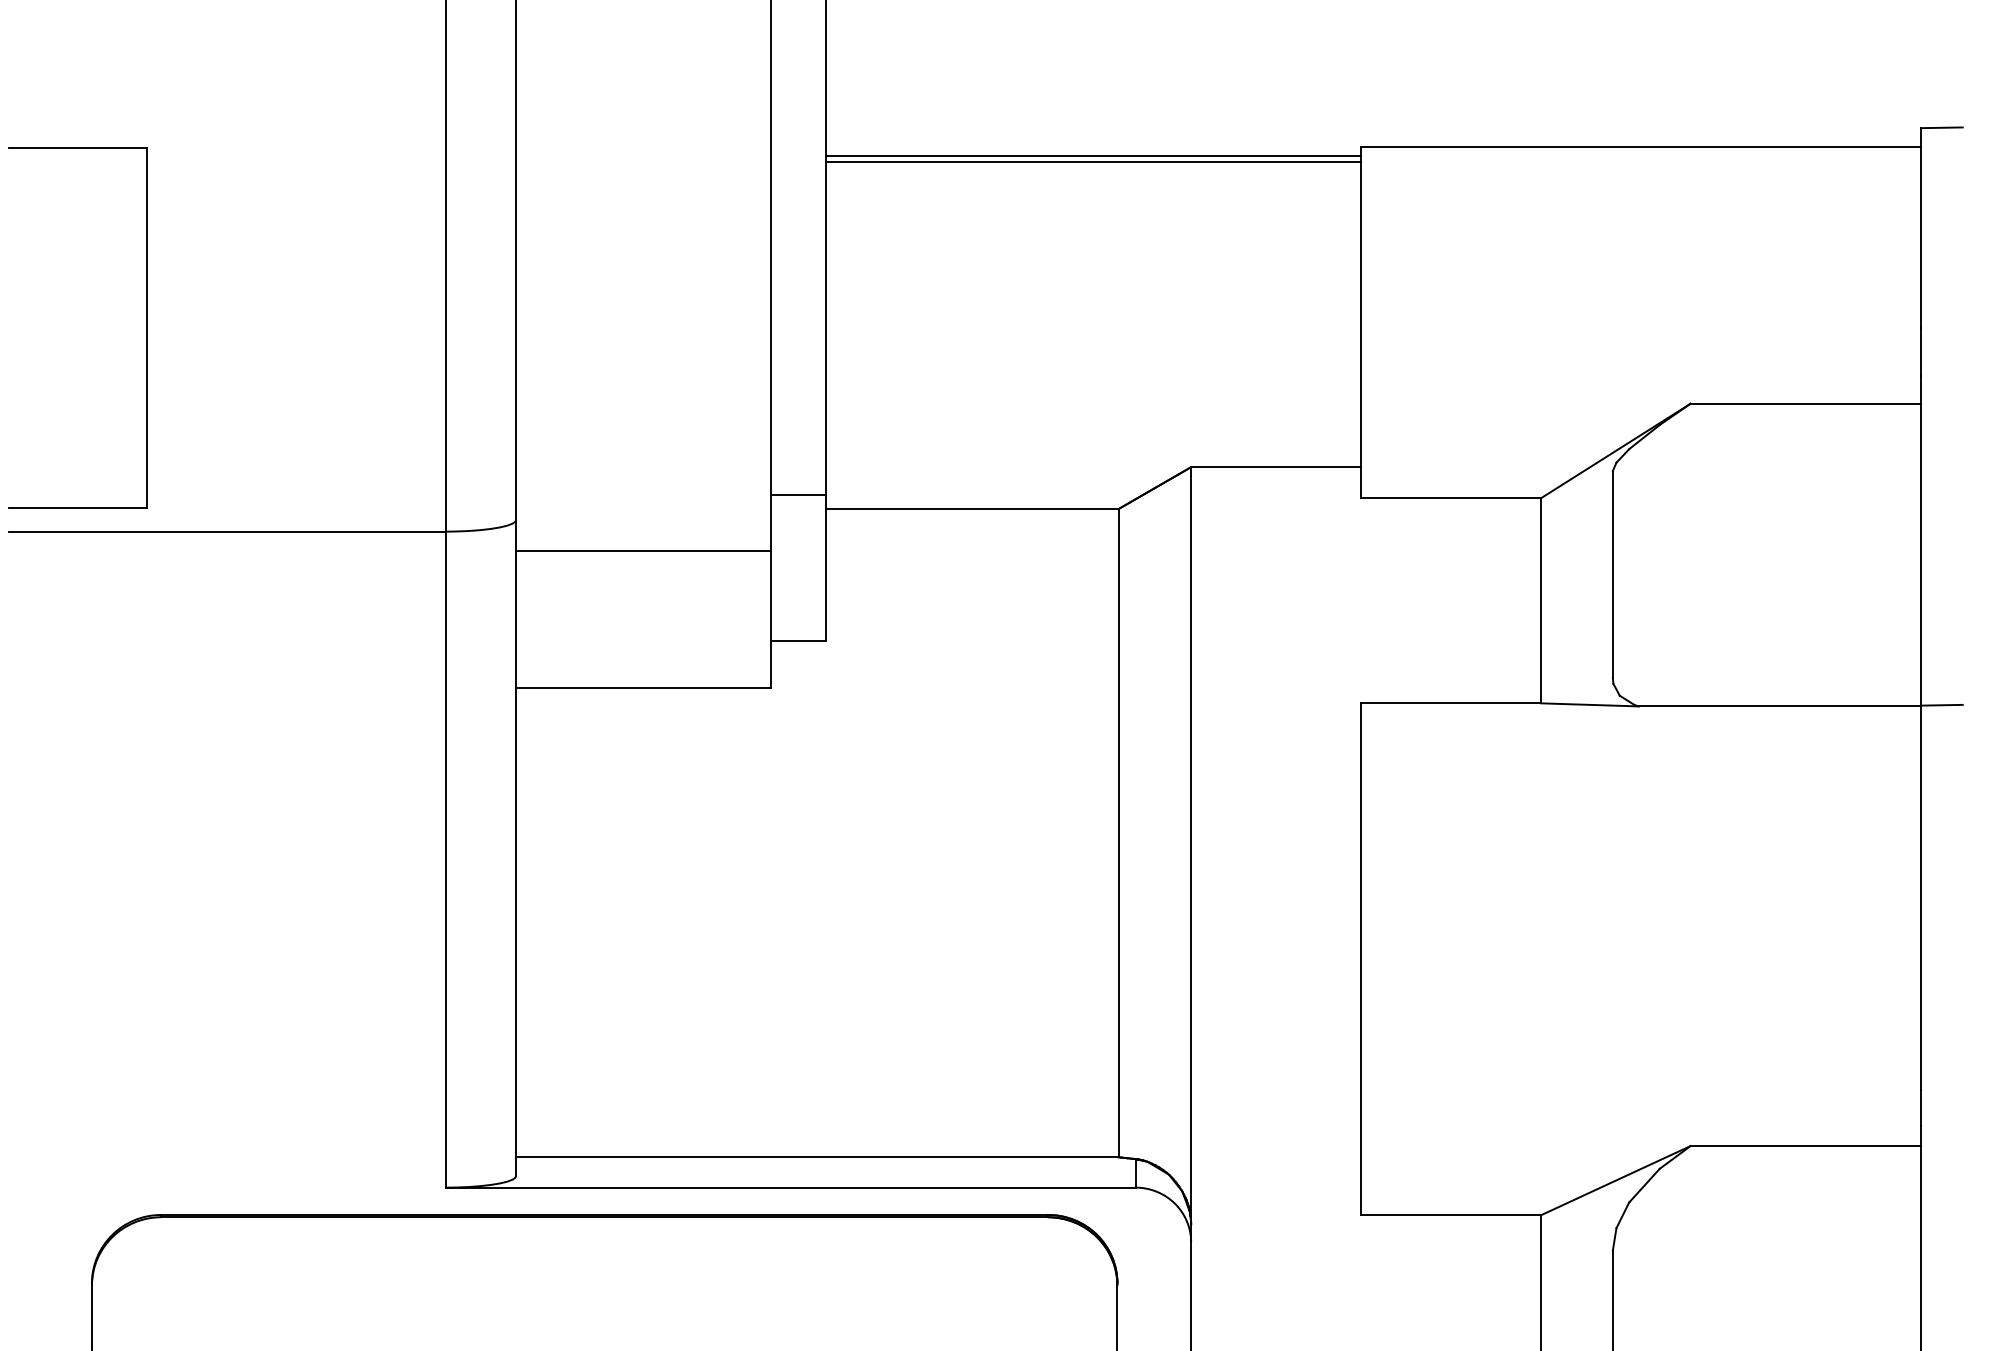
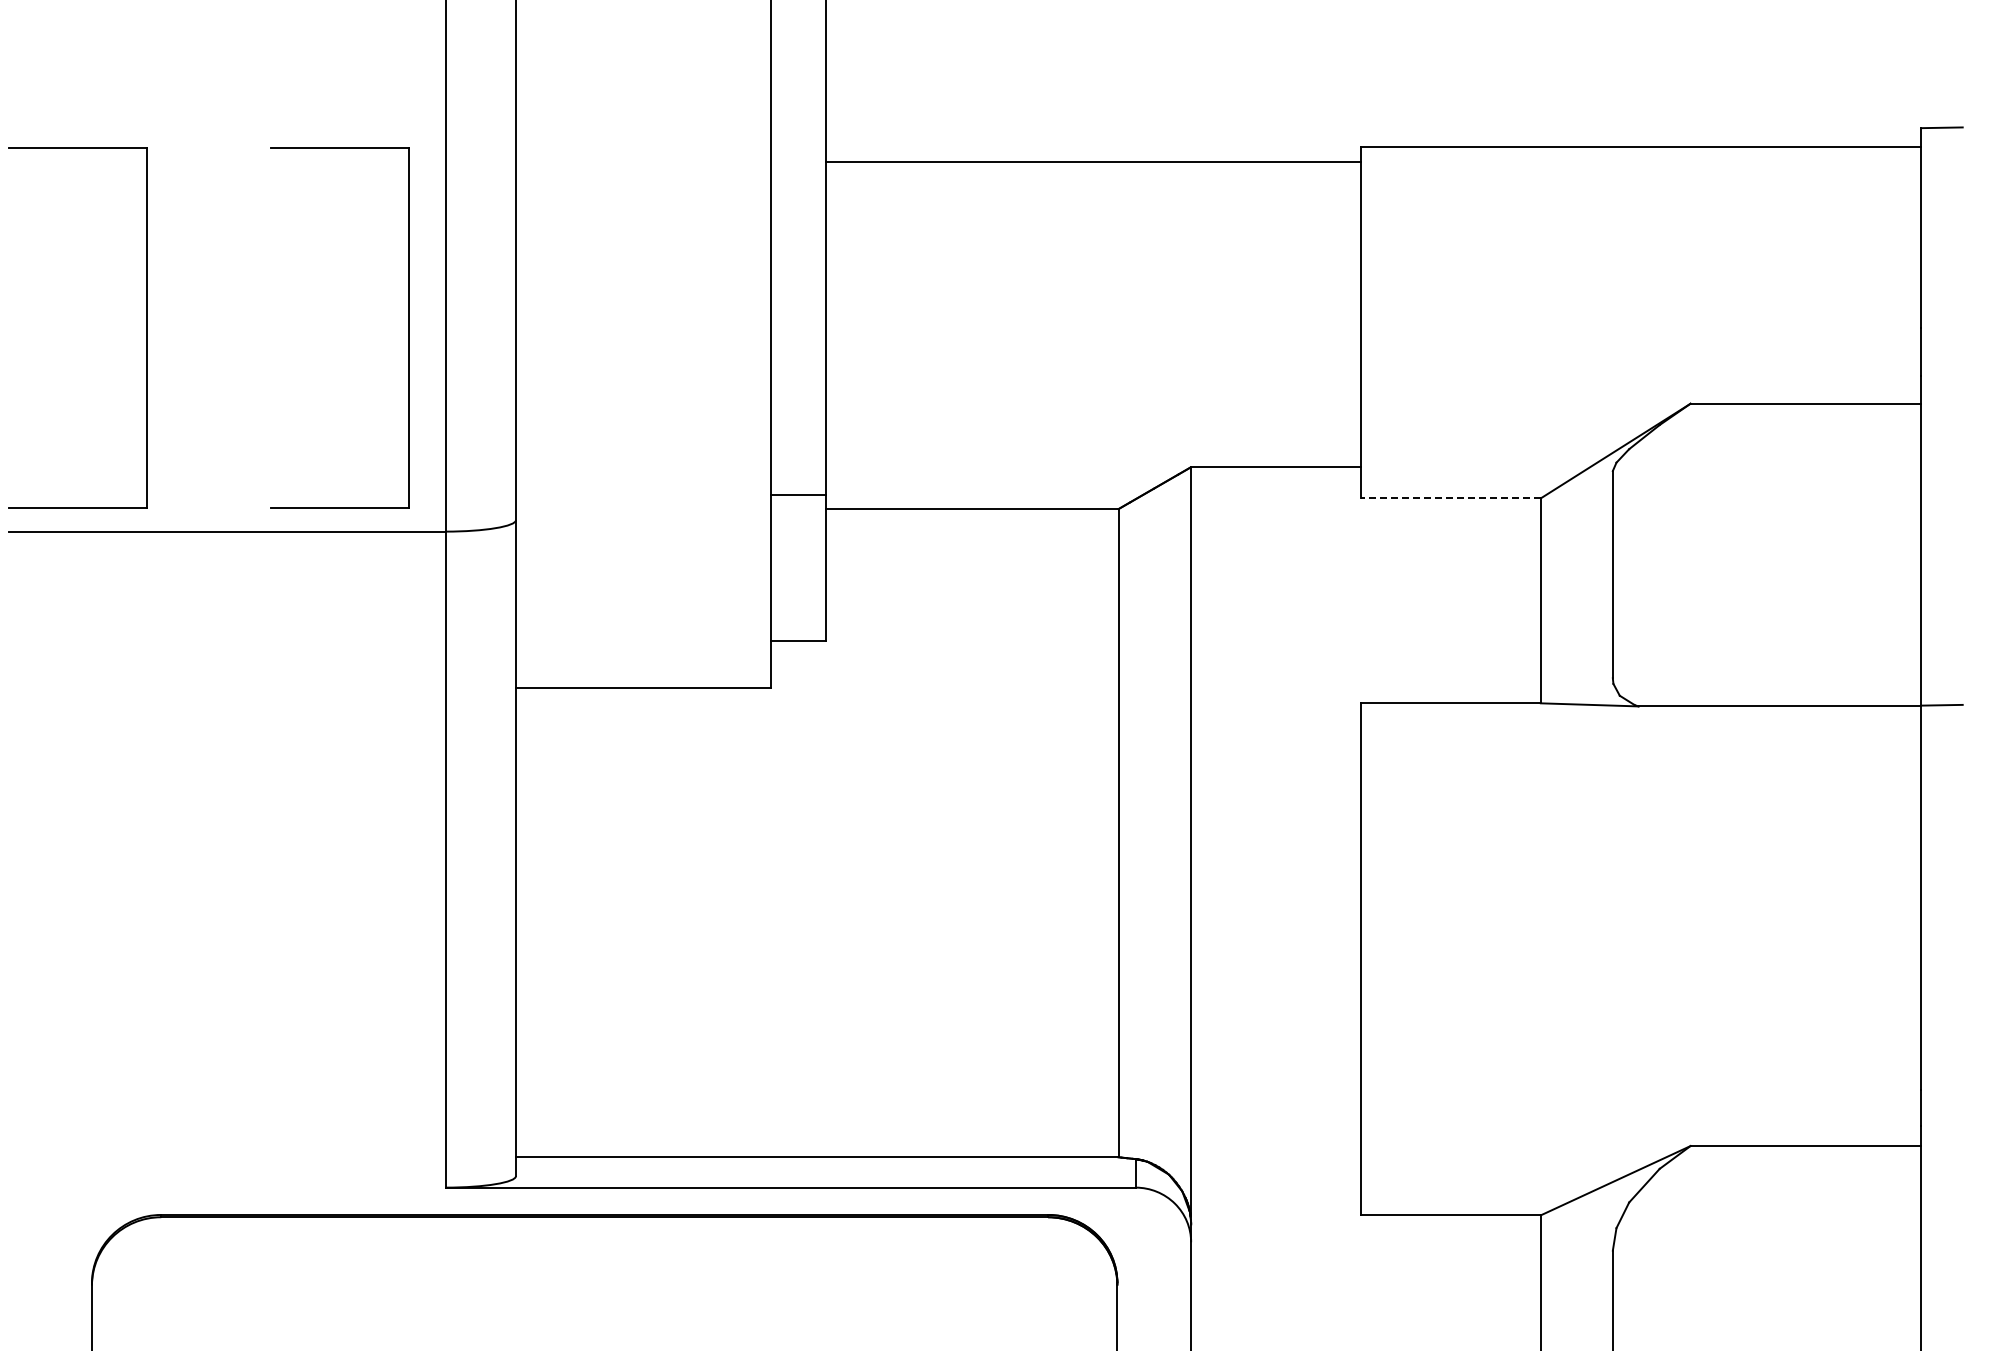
line at (1093, 155): present -> none
part at (408, 327): none -> present
line at (1451, 498): solid -> dashed
line at (643, 550): present -> none
